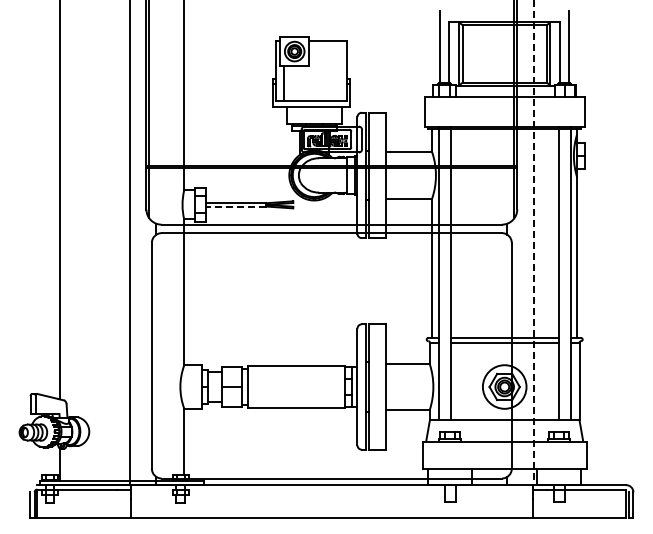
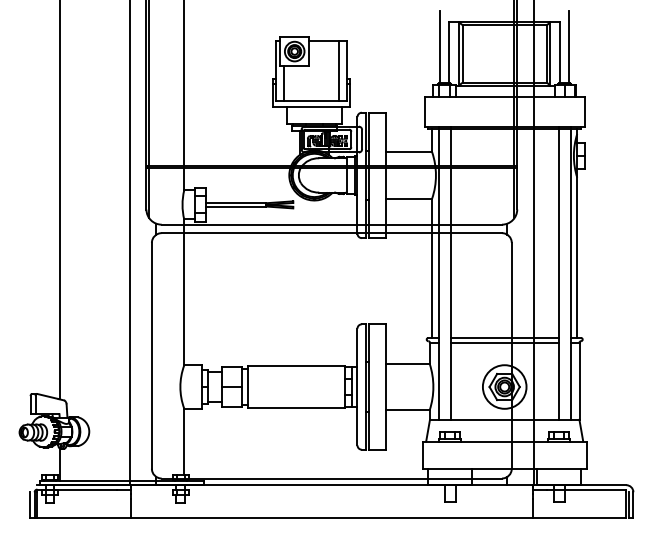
line at (339, 70): none -> present
line at (236, 207): dashed -> solid
line at (533, 243): dashed -> solid
